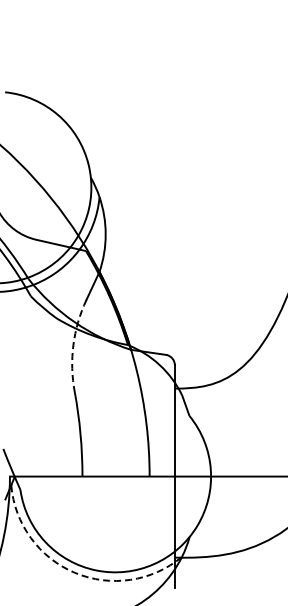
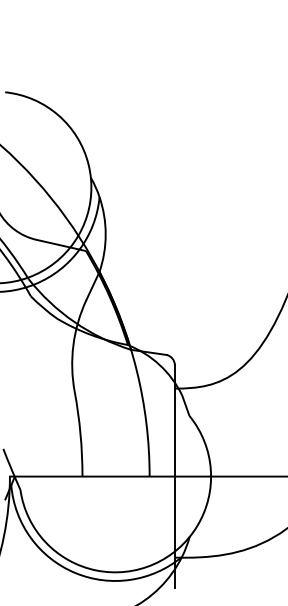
arc at (73, 345): dashed -> solid
arc at (74, 572): dashed -> solid
